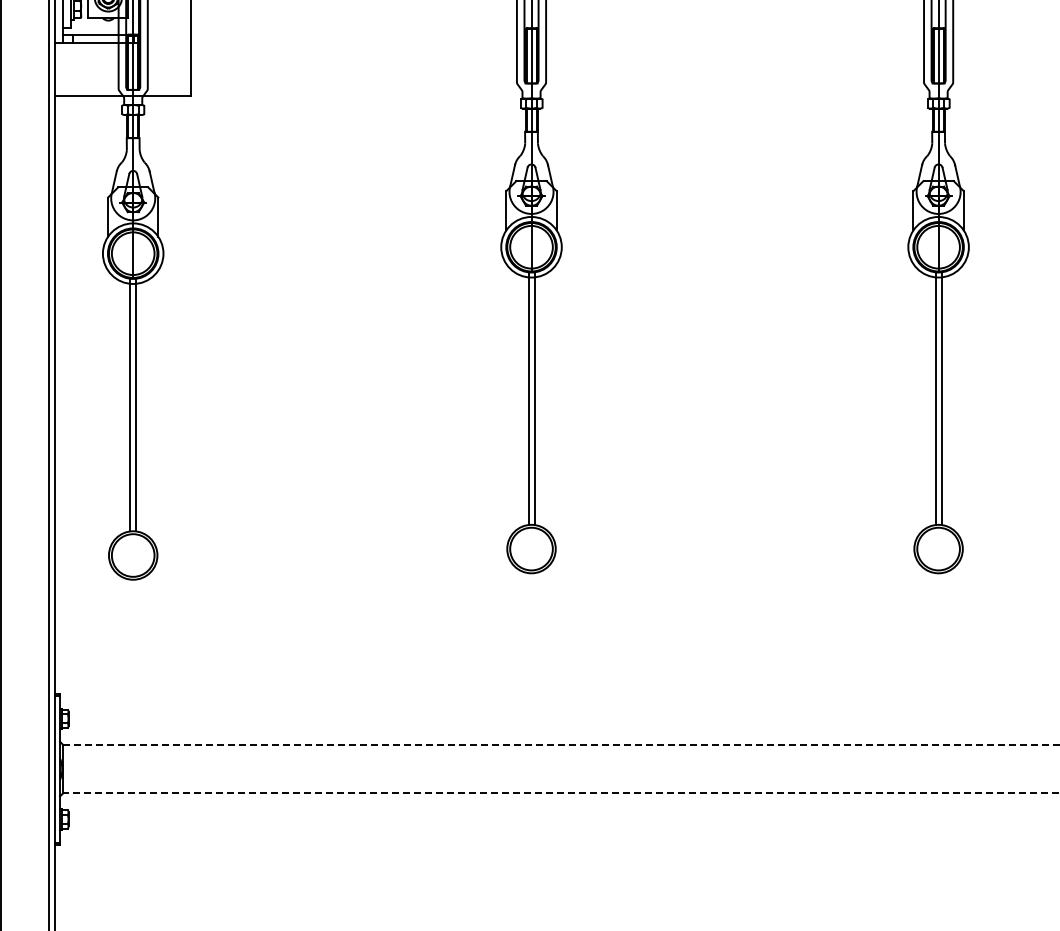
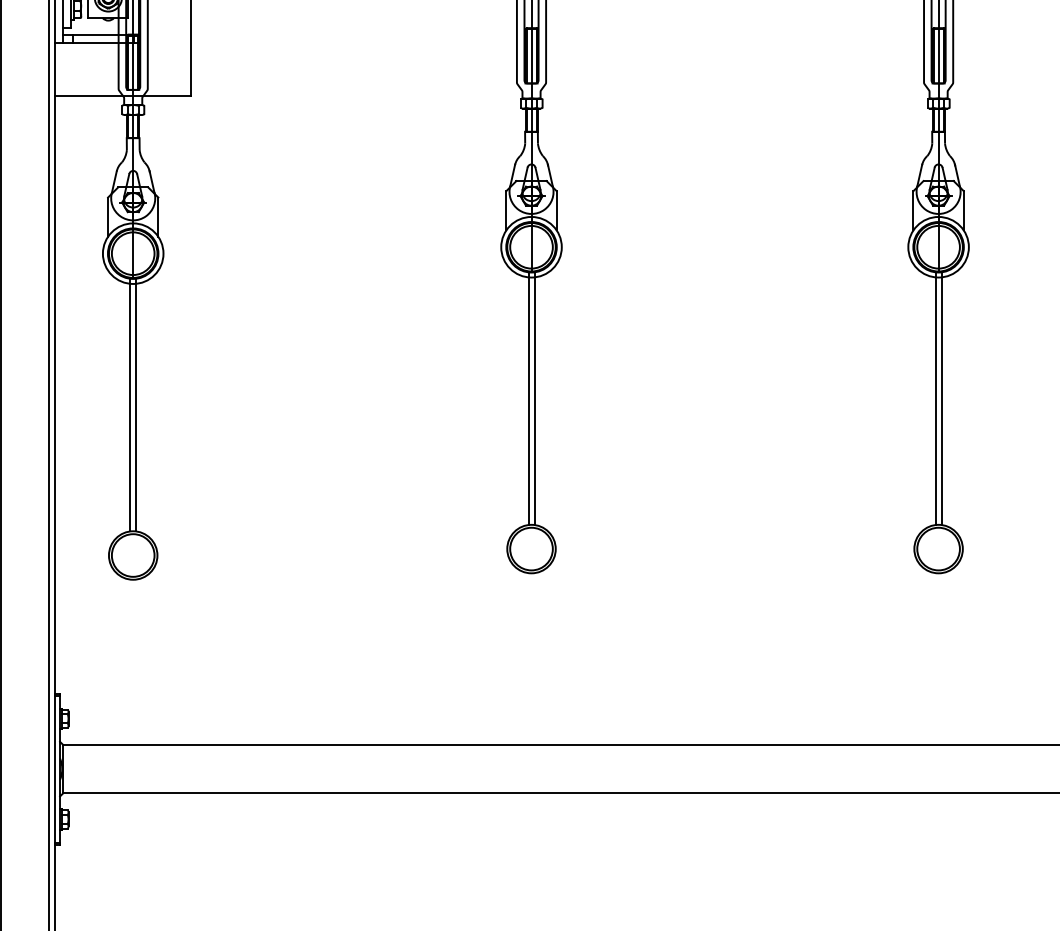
line at (561, 744): dashed -> solid
line at (560, 793): dashed -> solid
